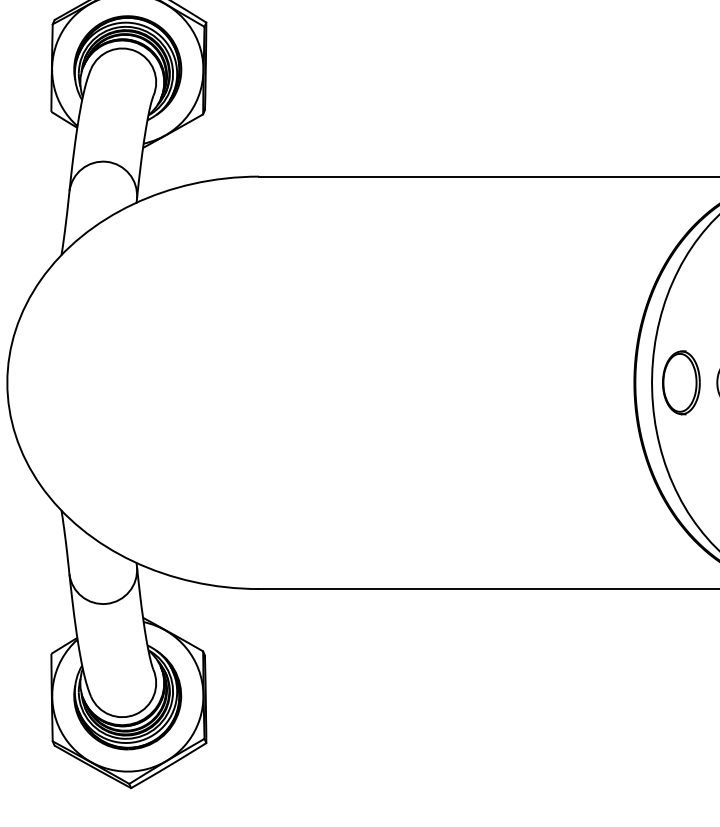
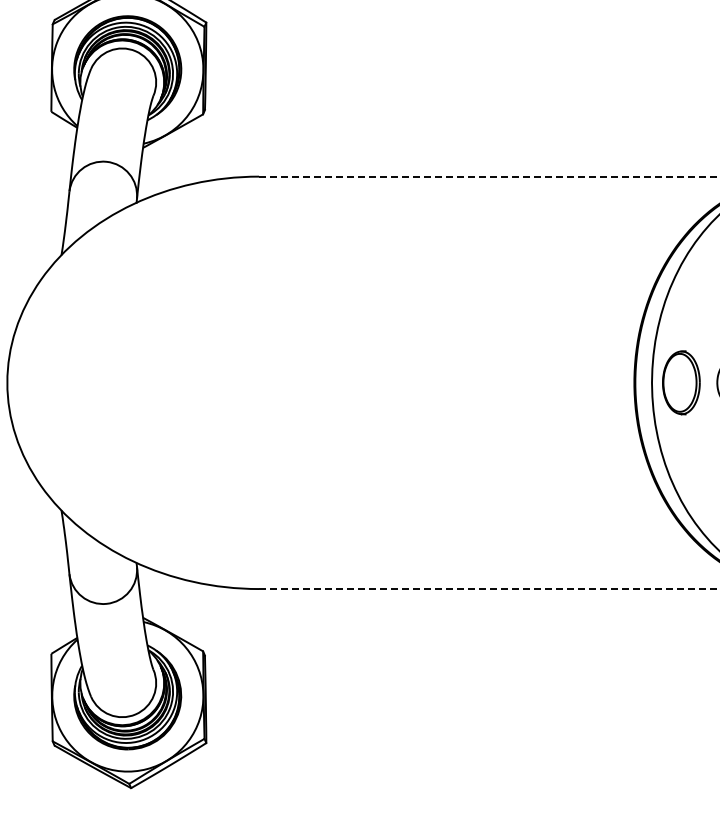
line at (489, 176): solid -> dashed
line at (489, 589): solid -> dashed
